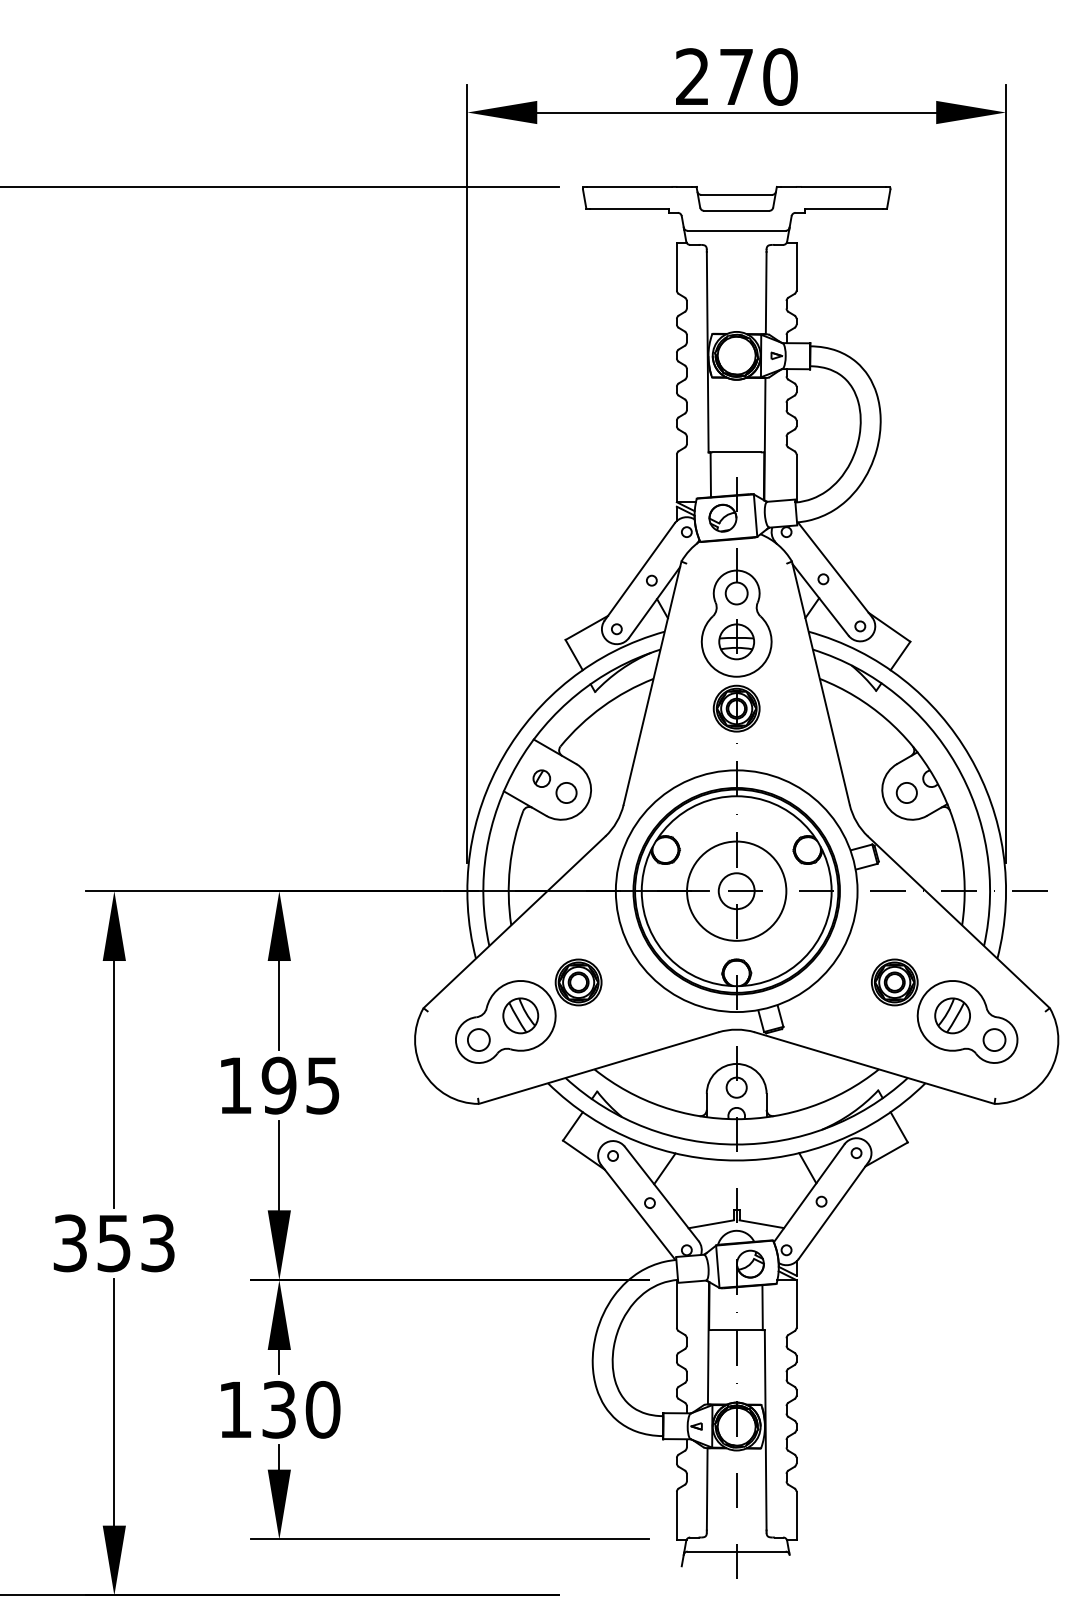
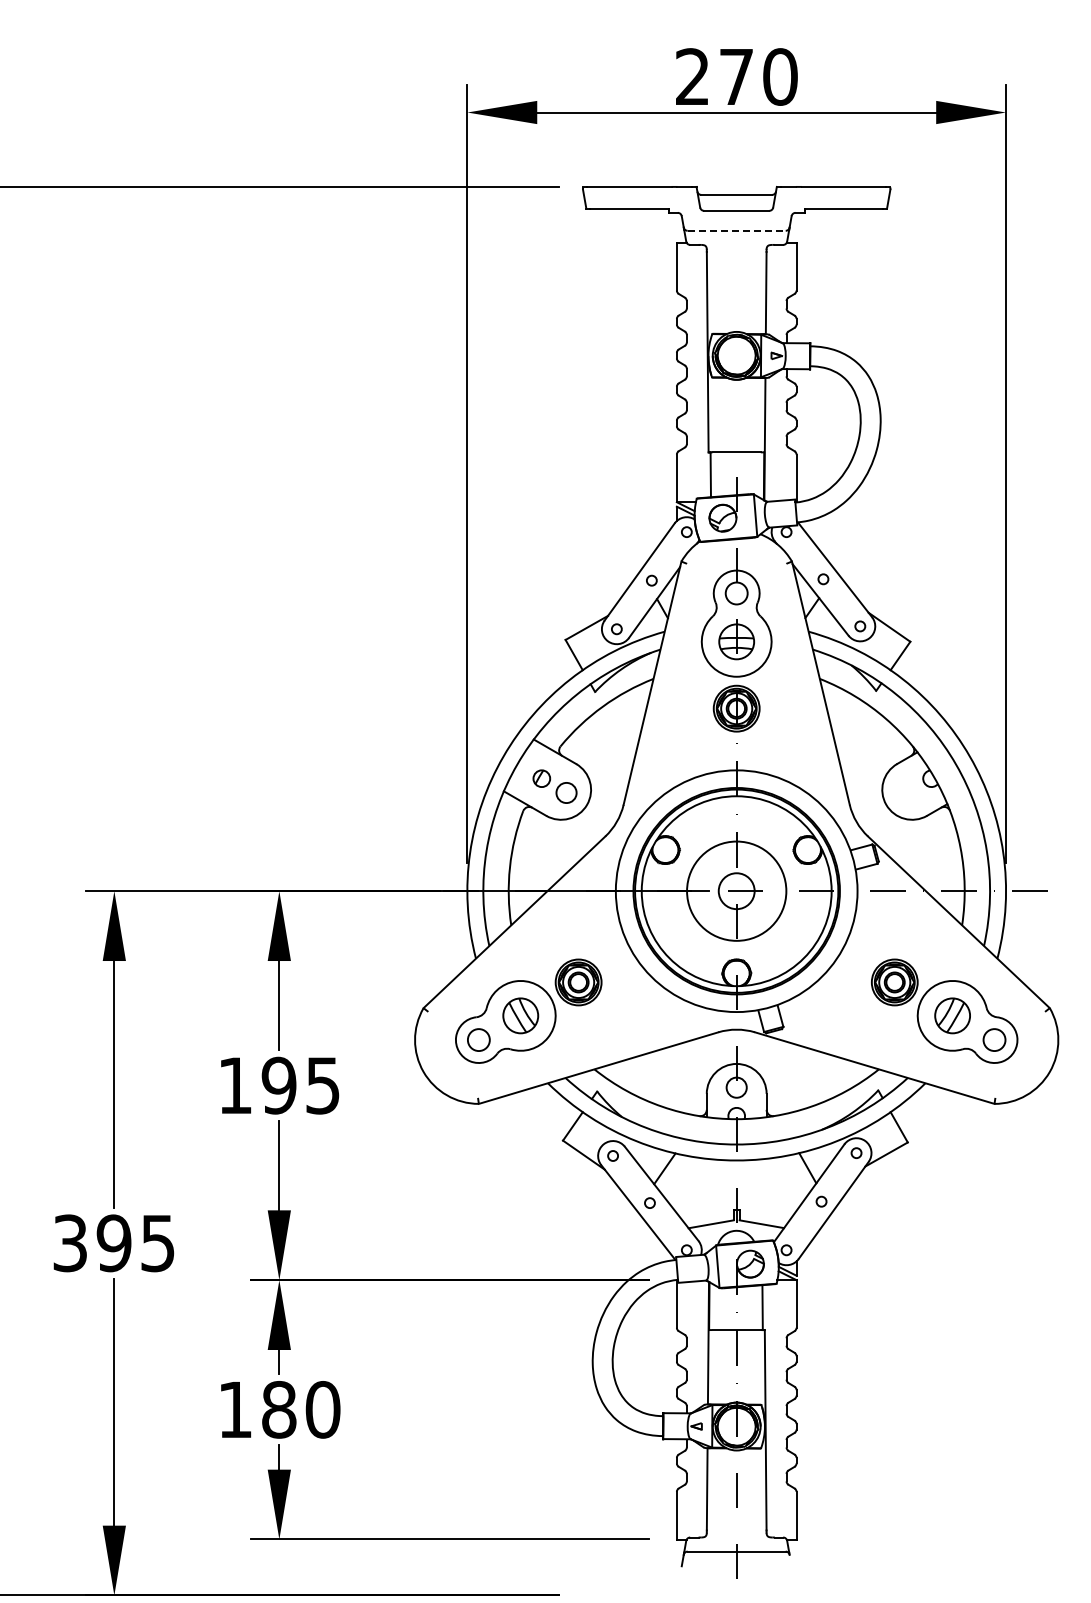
line at (737, 230): solid -> dashed
circle at (906, 792): present -> none
text at (135, 1243): 353 -> 395
text at (279, 1409): 130 -> 180
